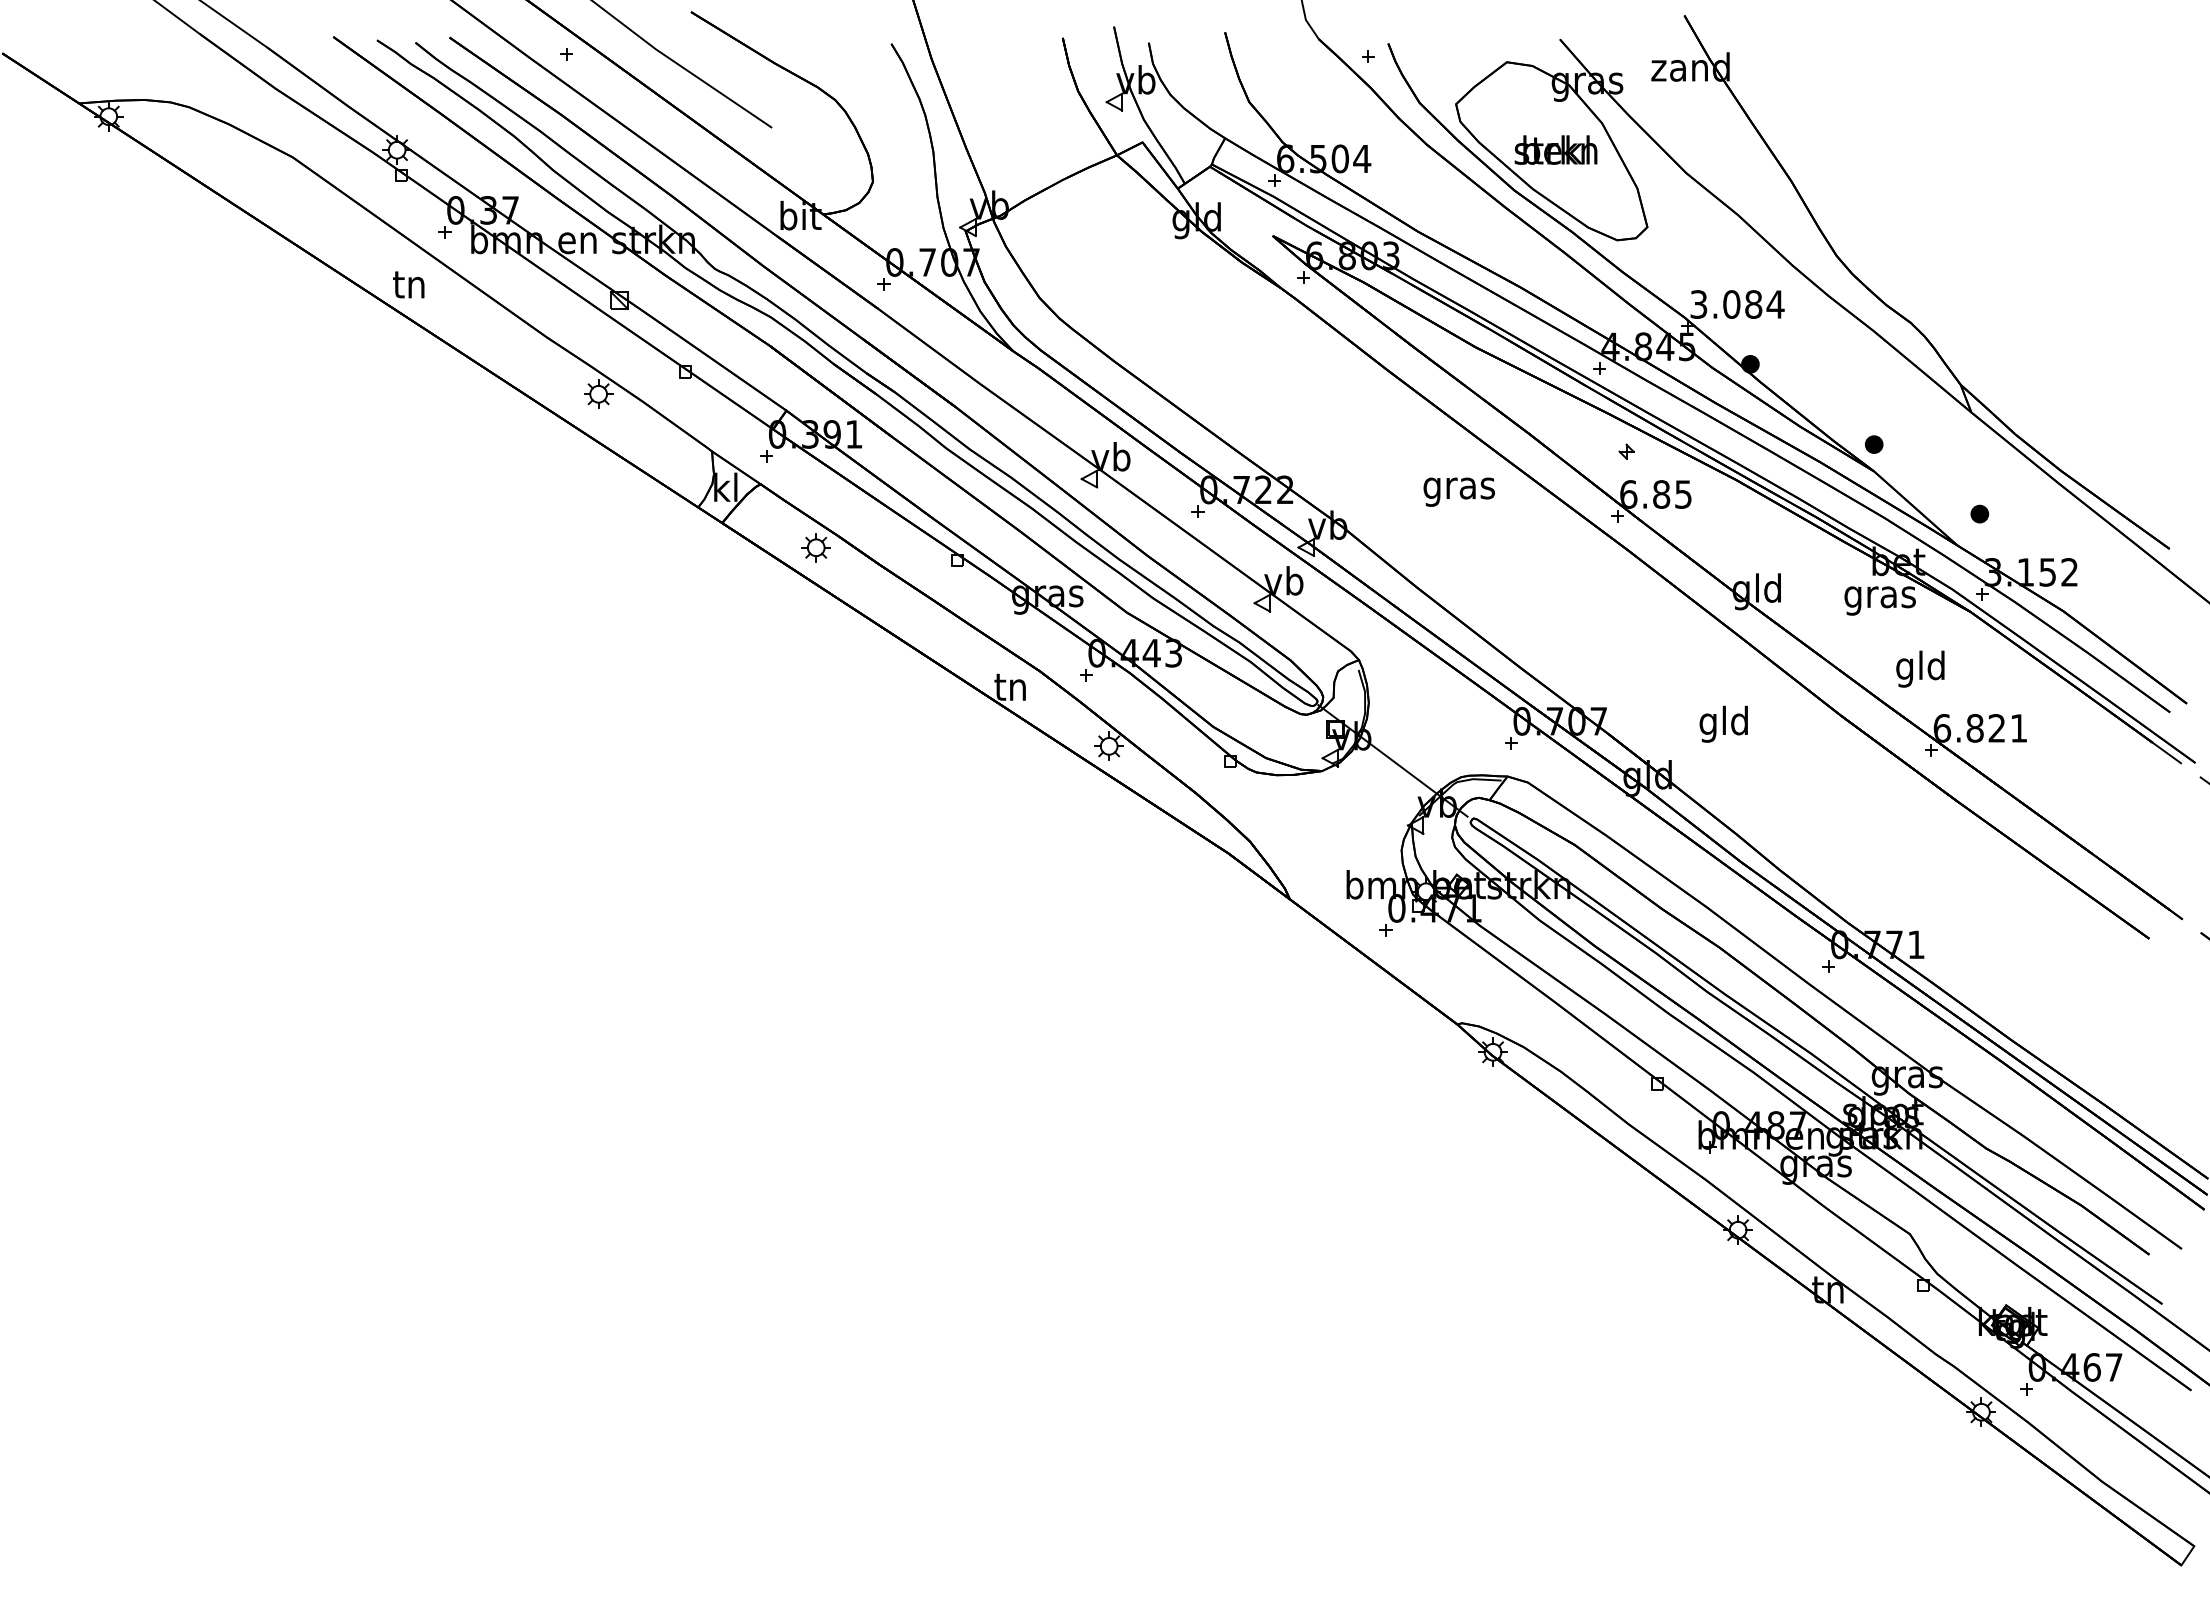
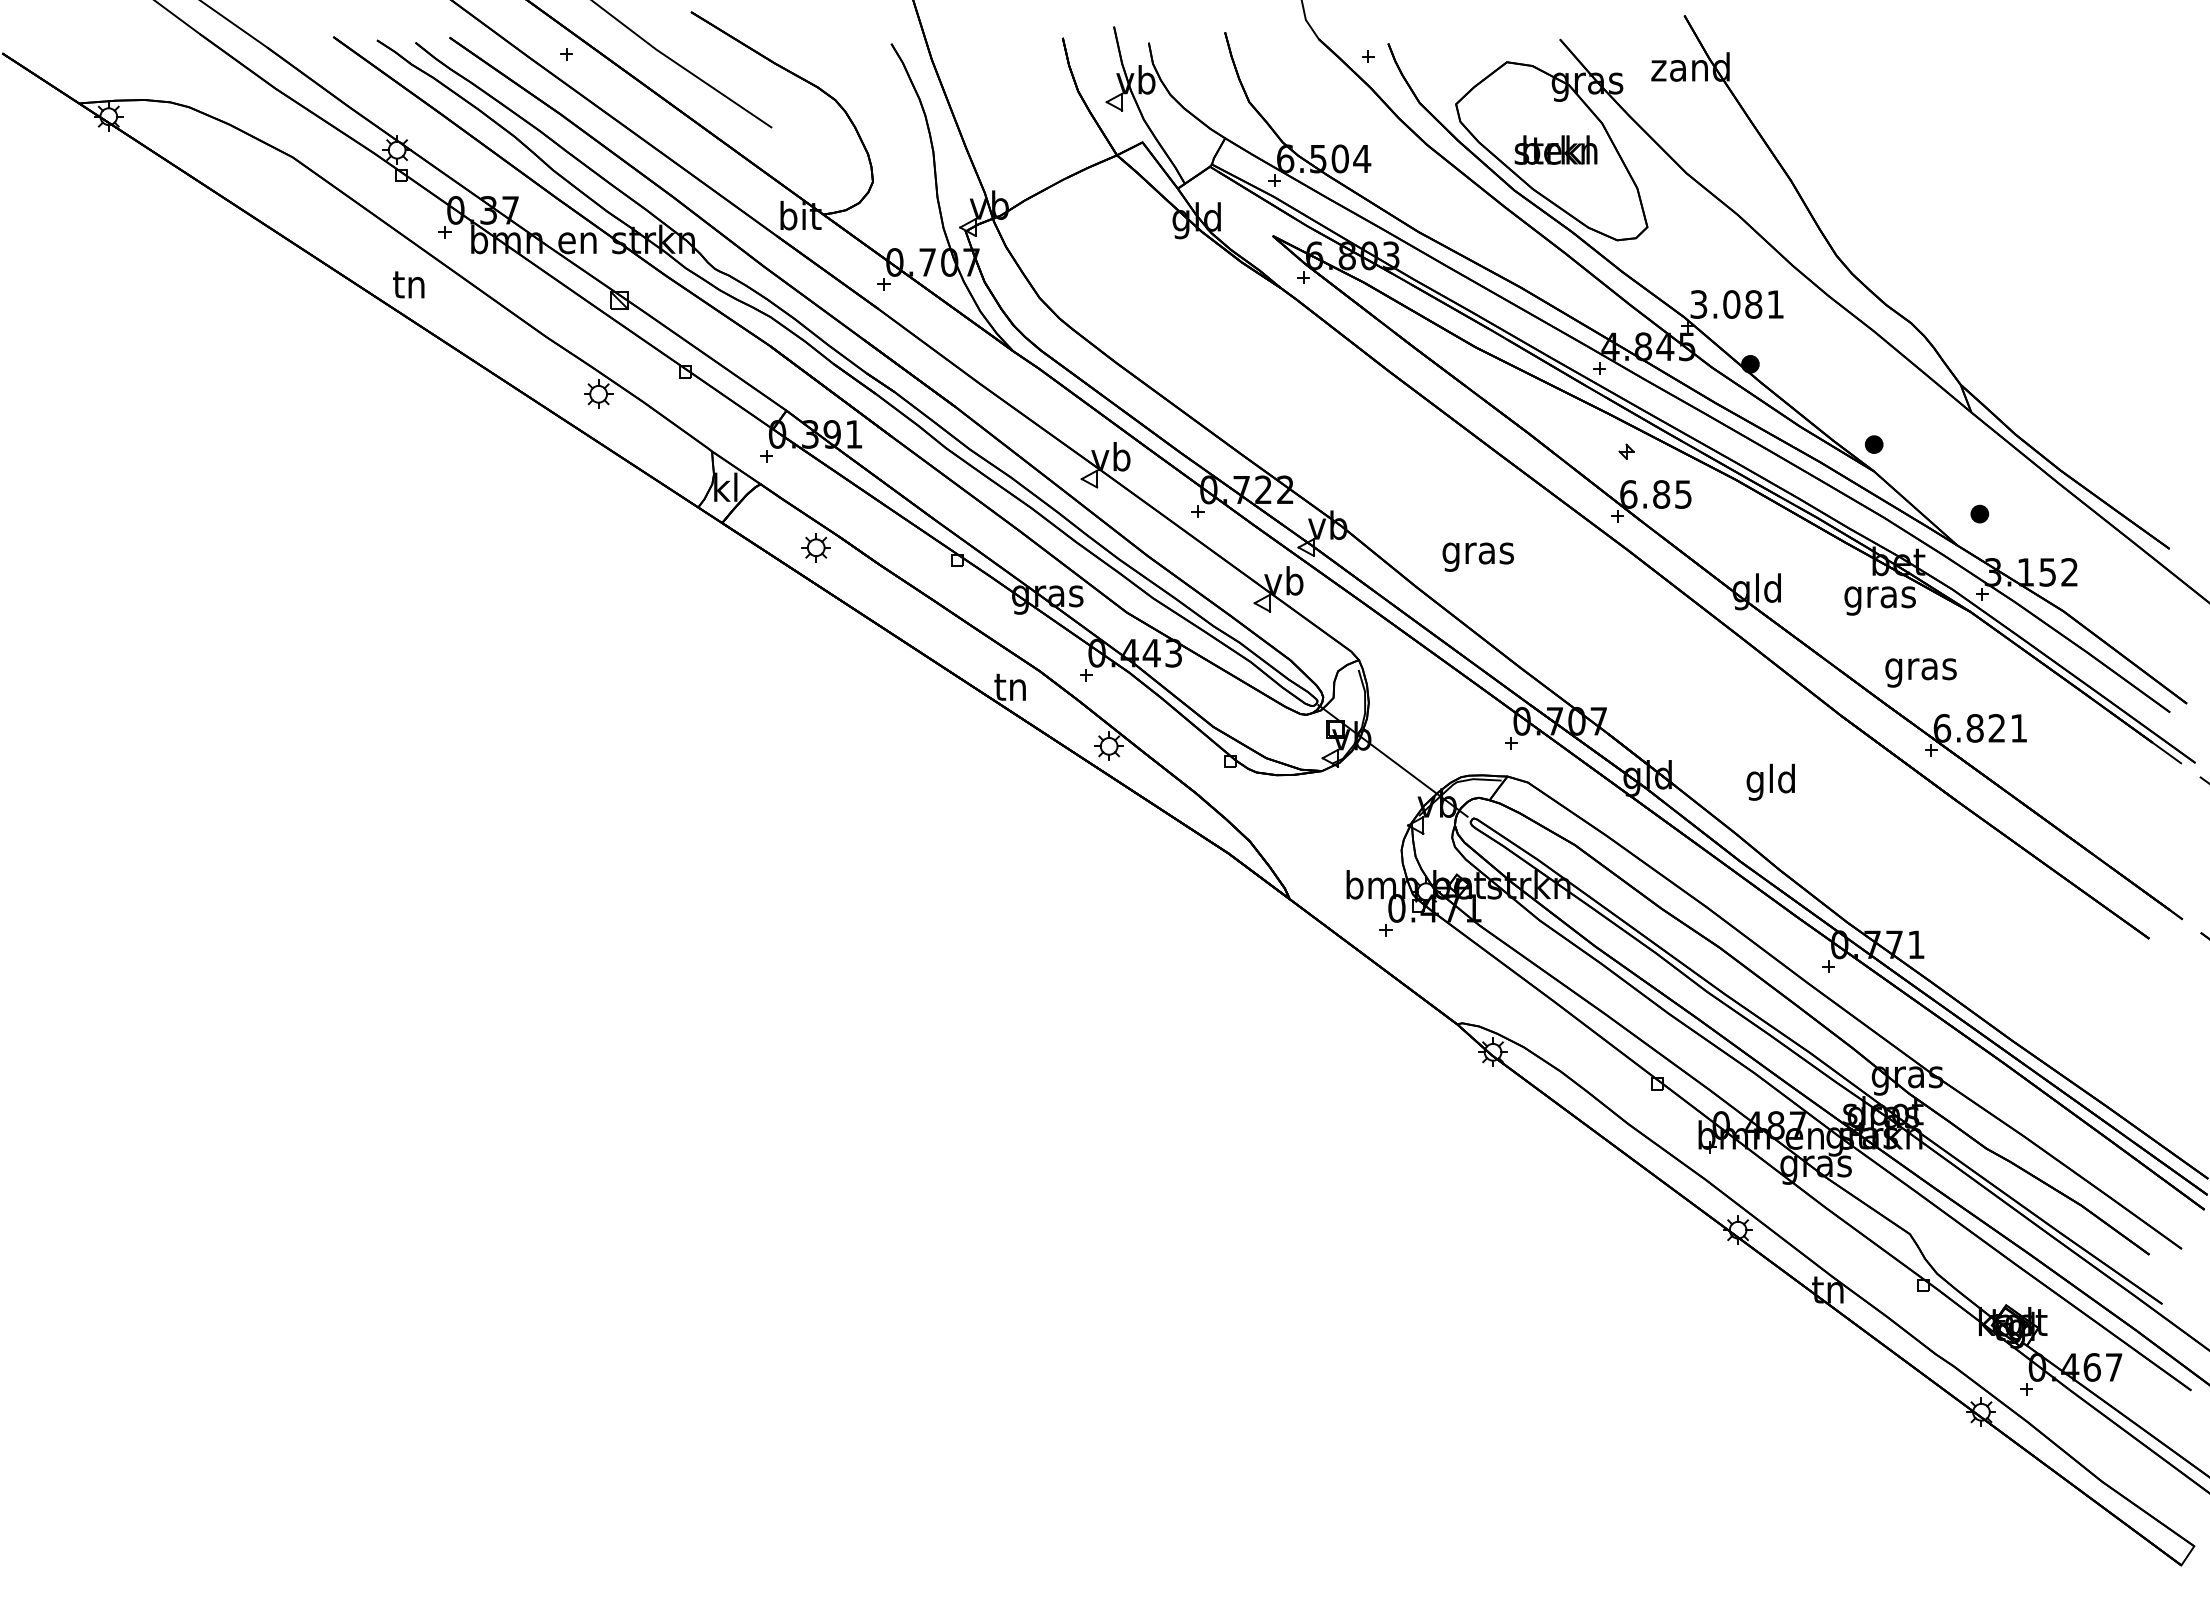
text at (1775, 304): 3.084 -> 3.081
text at (1458, 491) position: (1458, 491) -> (1477, 556)
text at (1920, 668): gld -> gras
text at (1723, 723) position: (1723, 723) -> (1770, 781)
